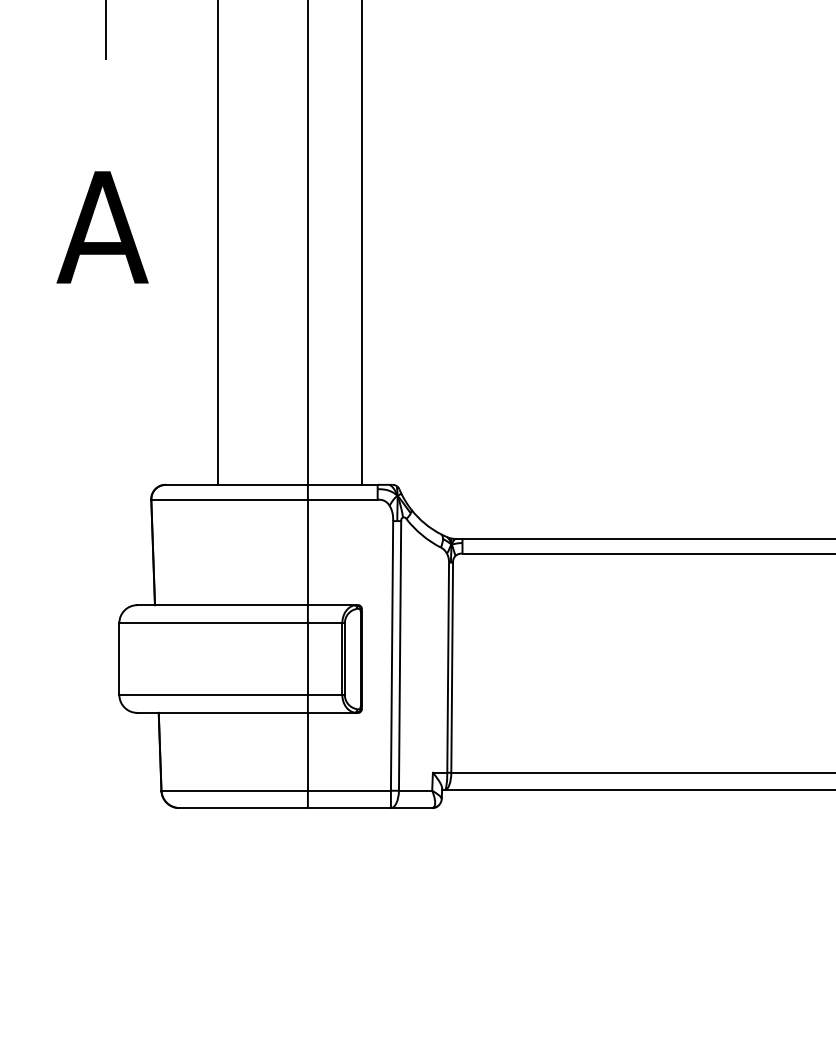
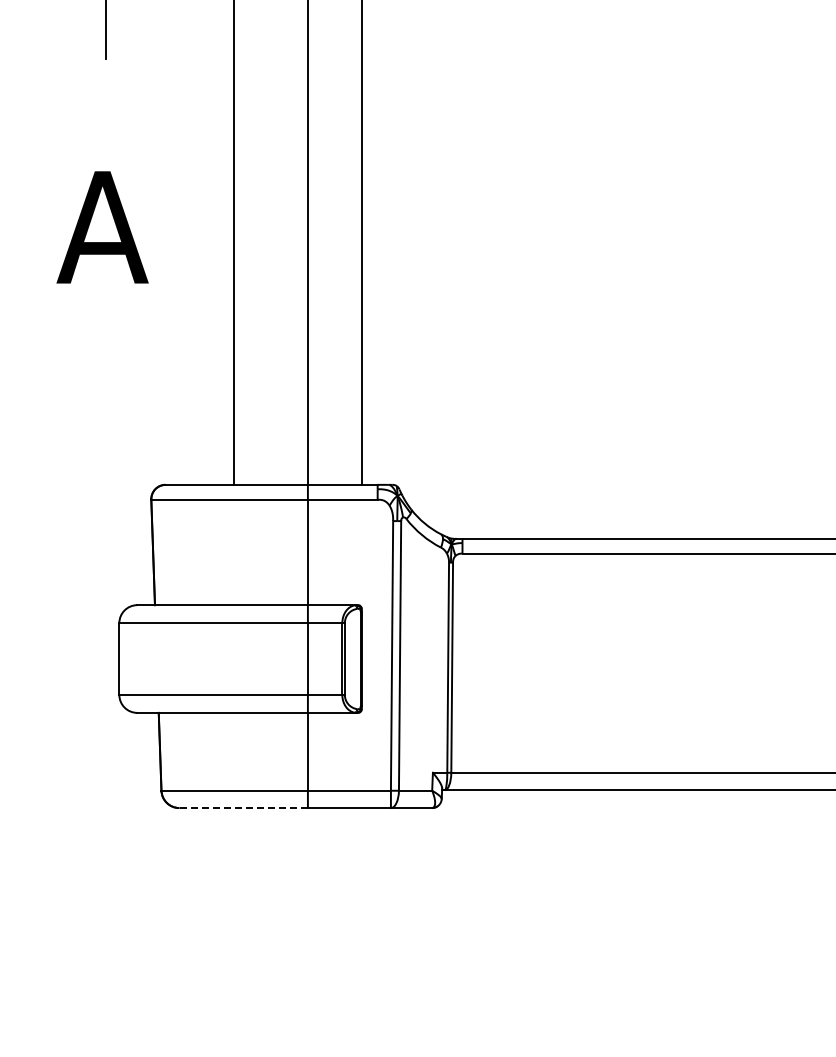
line at (218, 243) position: (218, 243) -> (234, 243)
line at (243, 808): solid -> dashed
